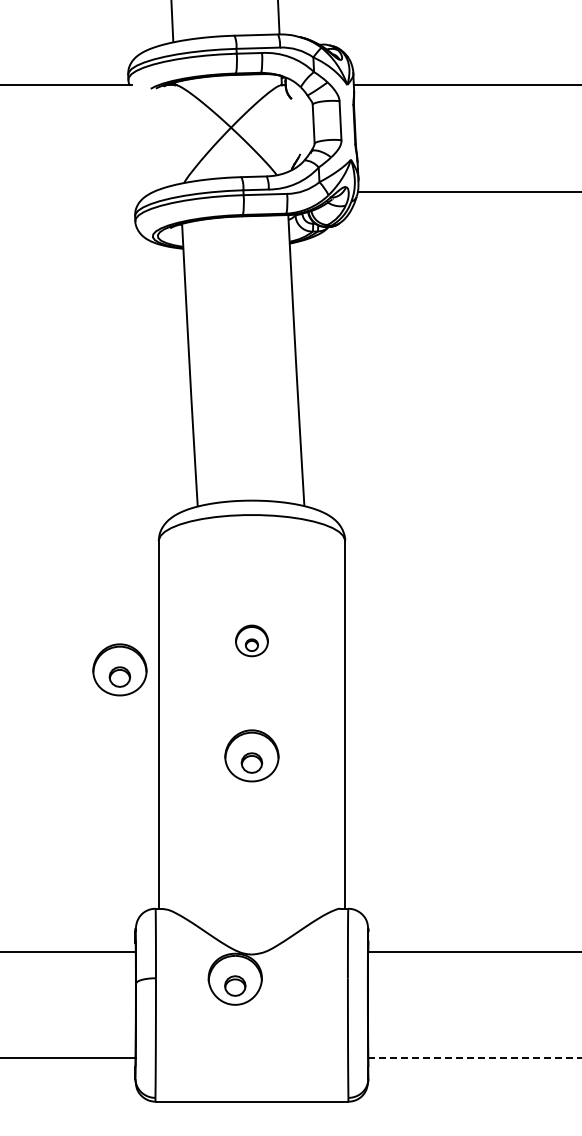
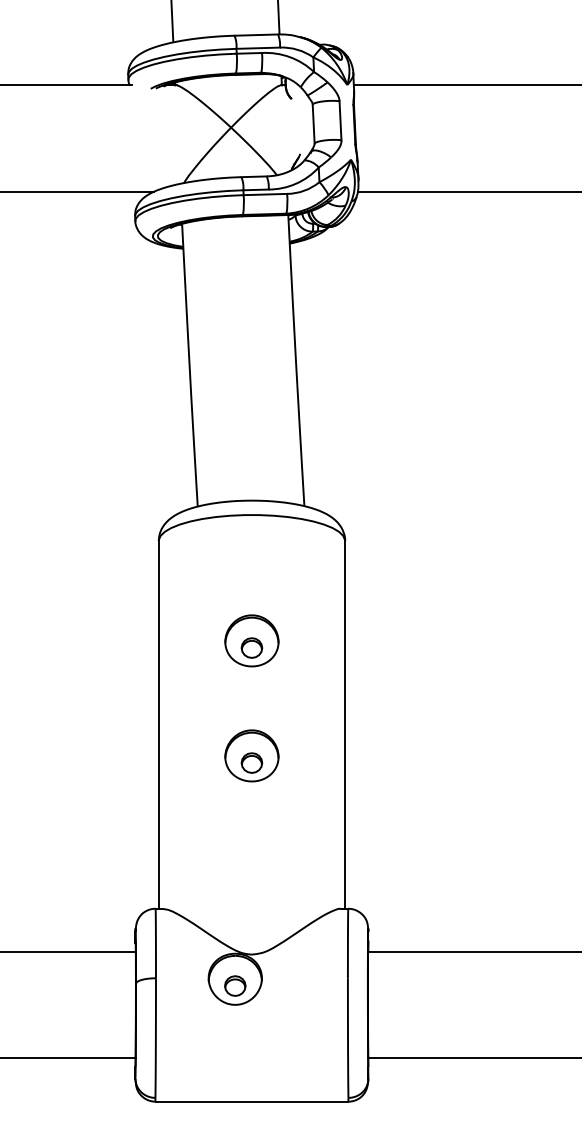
line at (77, 191): none -> present
part at (251, 640) size: 34x34 px -> 56x54 px
part at (119, 669): present -> none
line at (475, 1058): dashed -> solid
